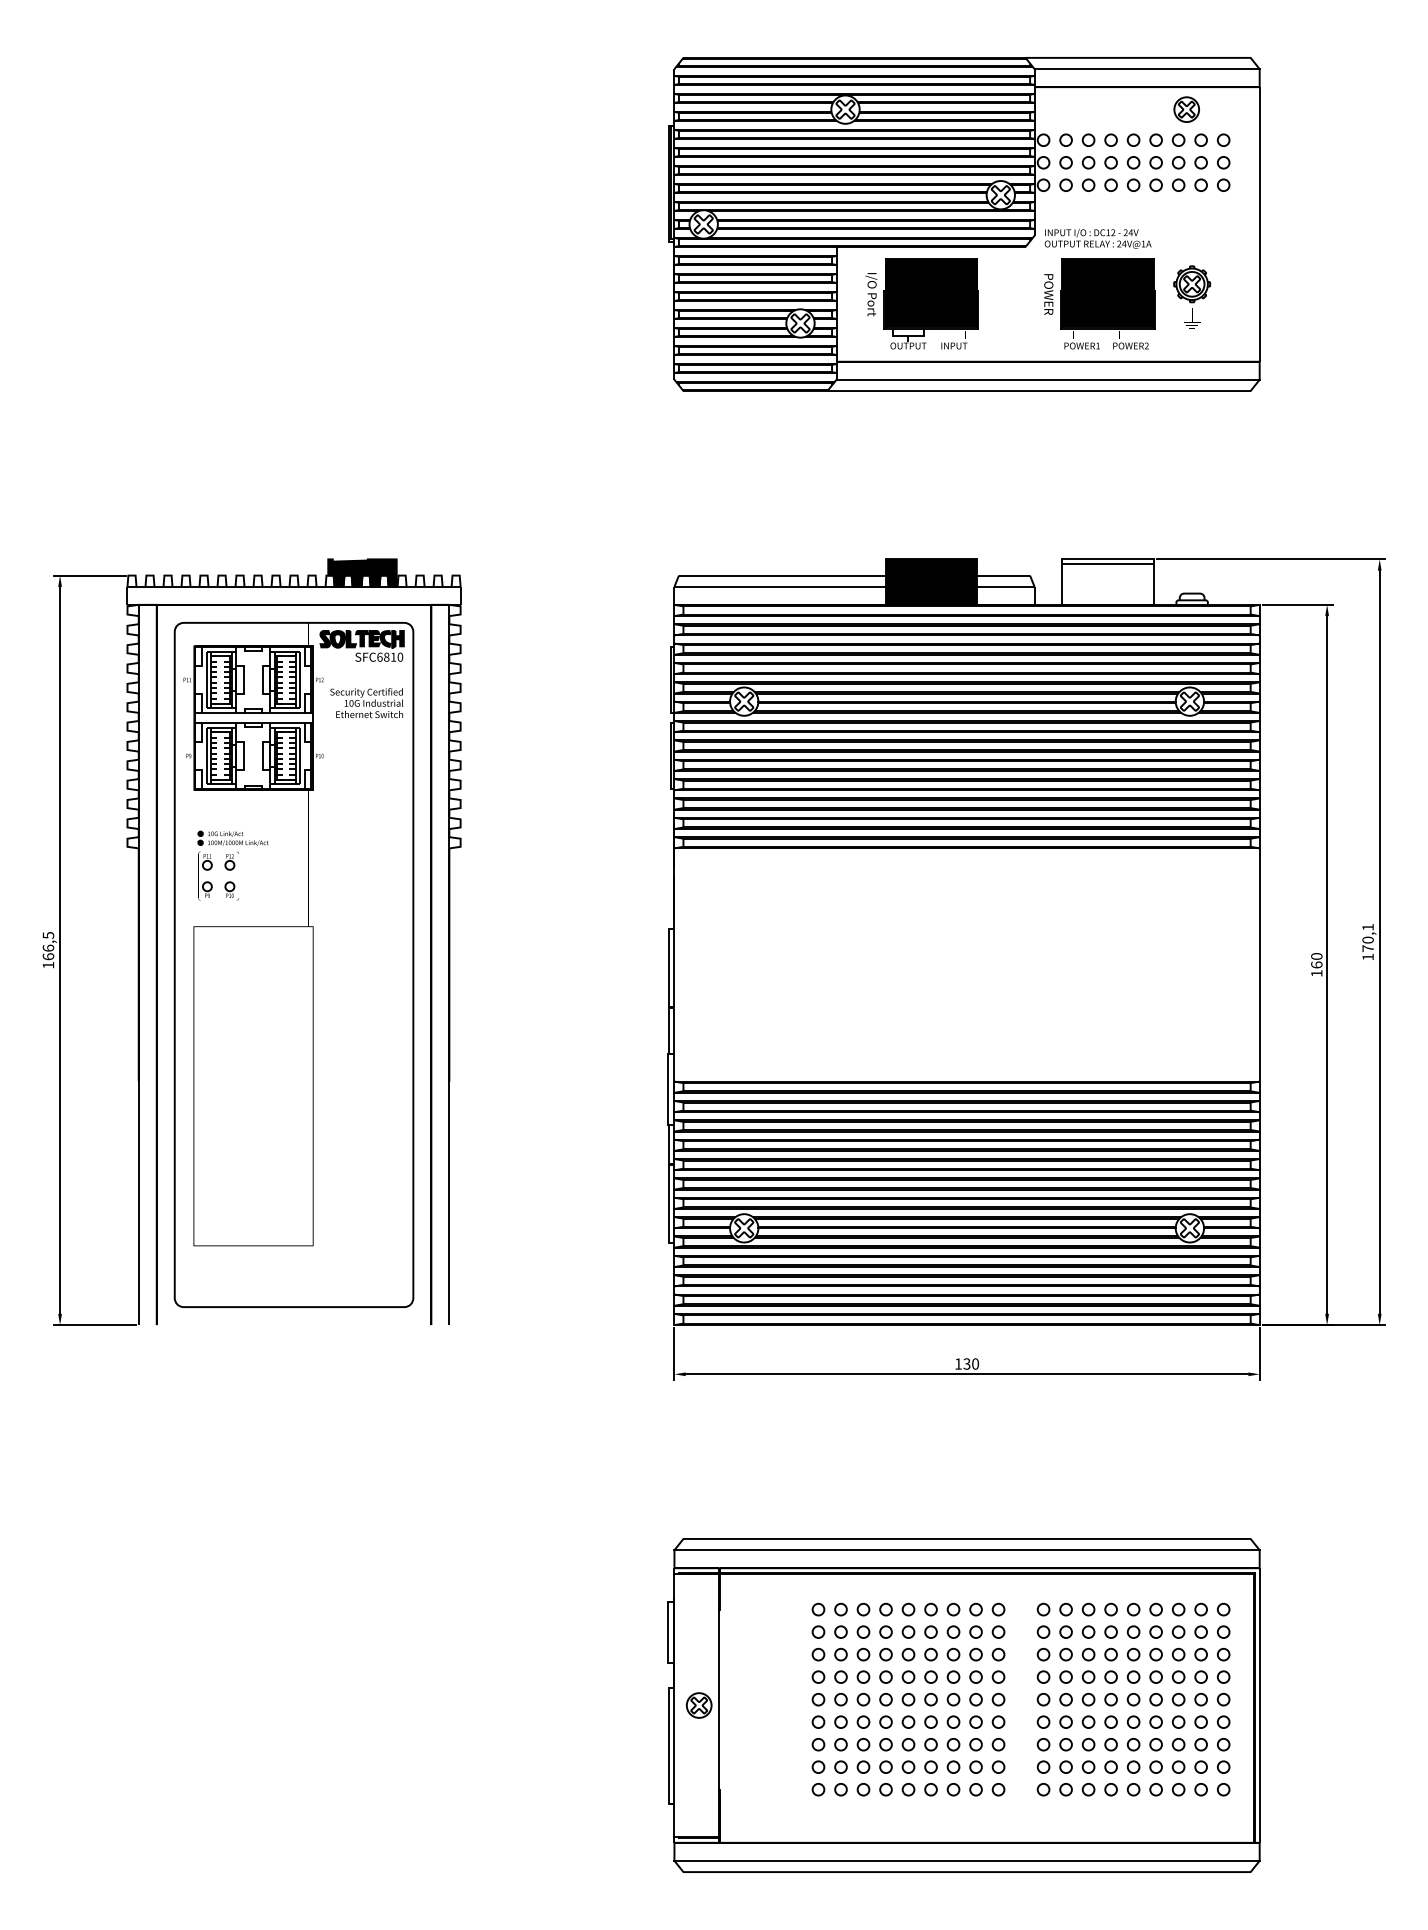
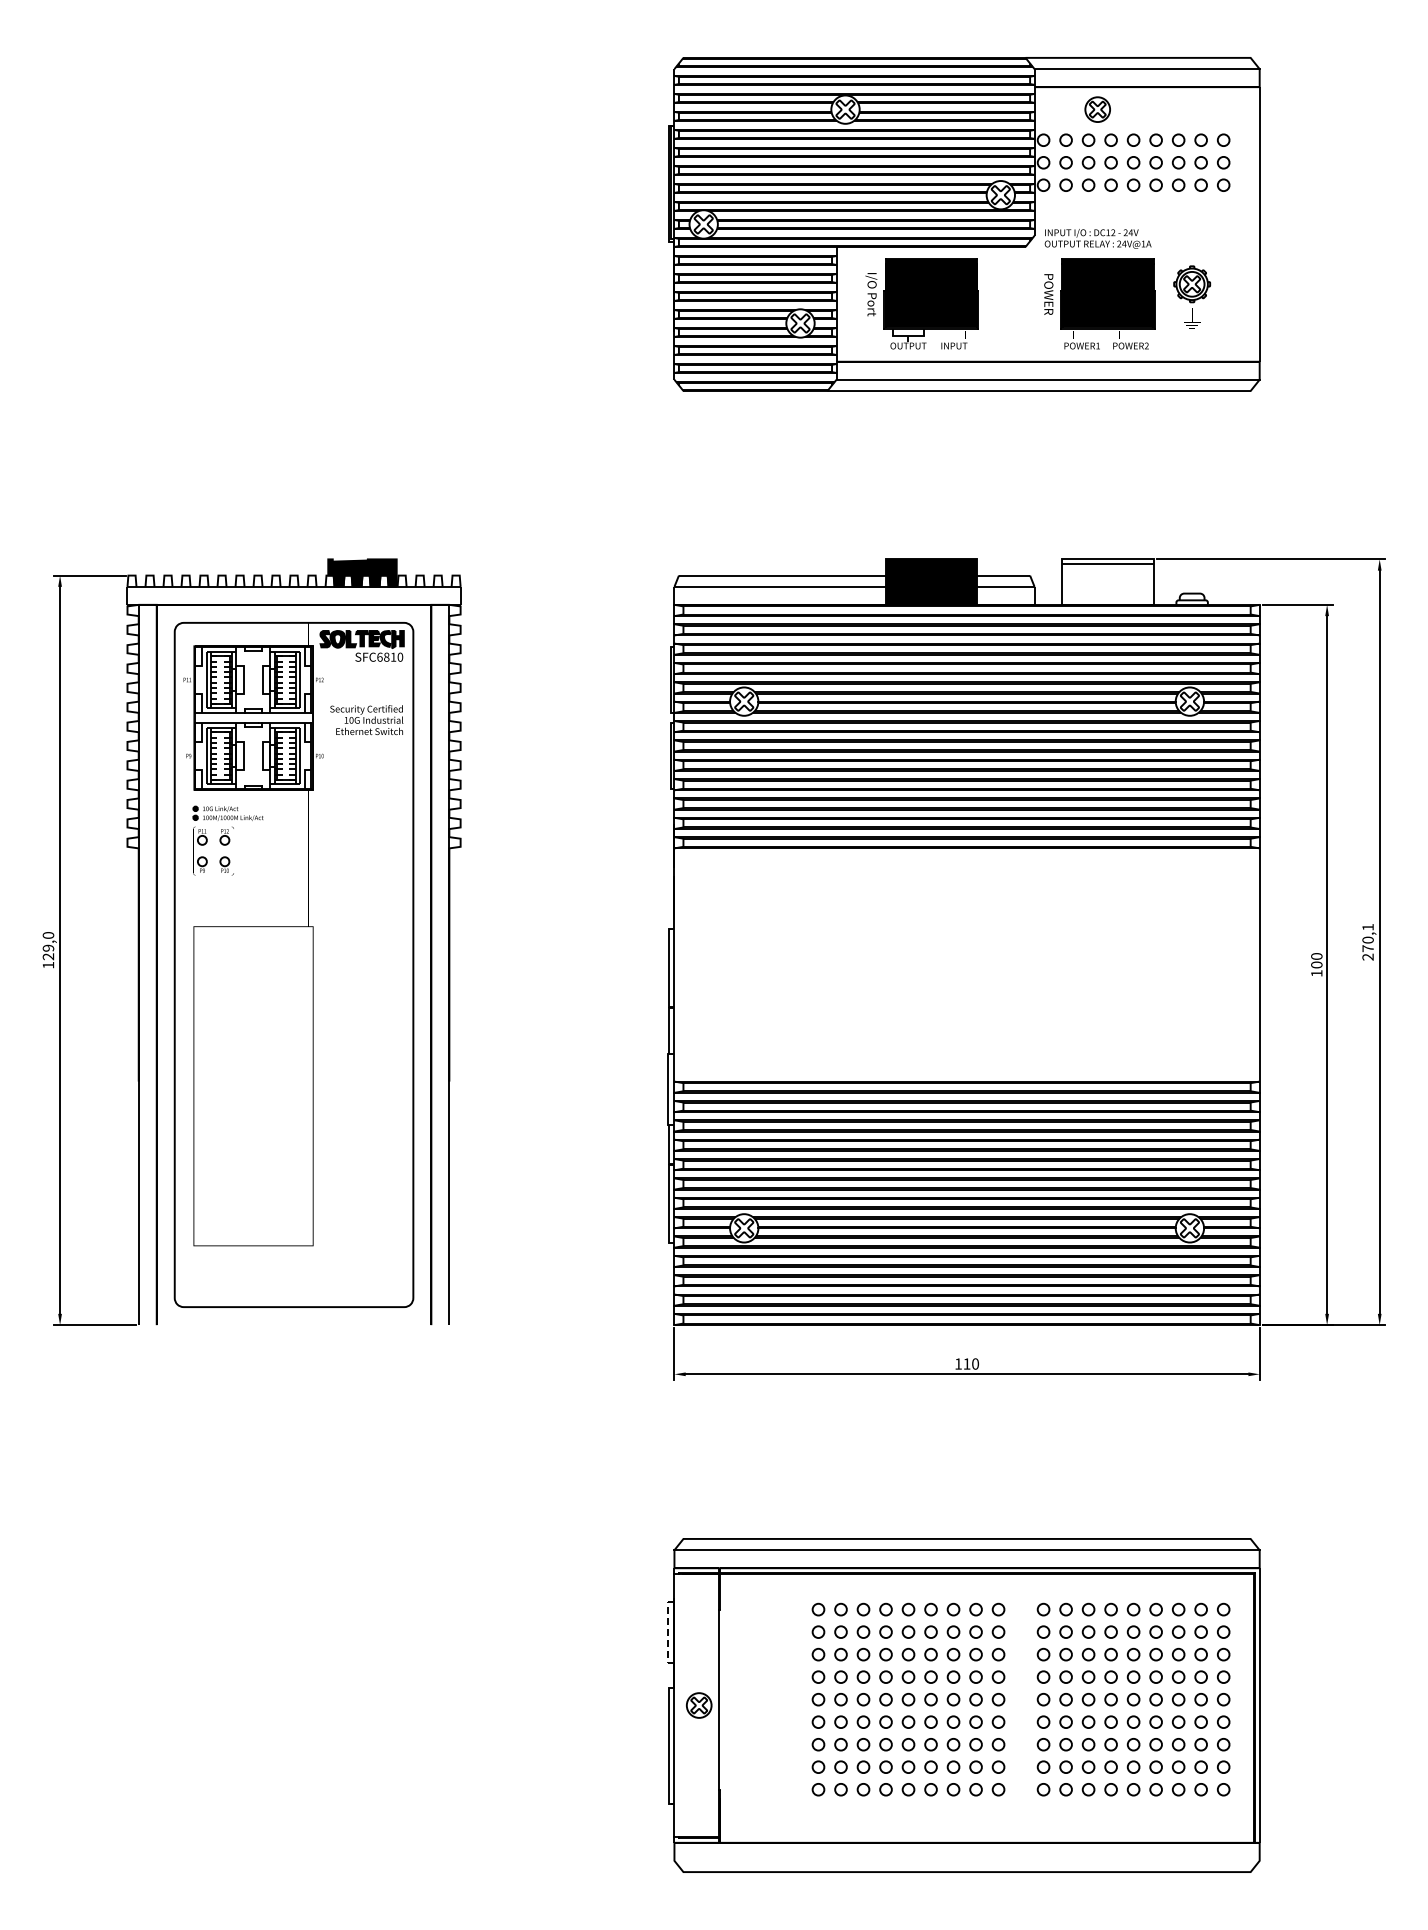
part at (1186, 109) position: (1186, 109) -> (1097, 109)
text at (366, 703) position: (366, 703) -> (366, 720)
part at (232, 865) position: (232, 865) -> (227, 840)
text at (48, 946): 166,5 -> 129,0
text at (1367, 956): 170,1 -> 270,1
text at (1316, 964): 160 -> 100
text at (966, 1363): 130 -> 110
line at (668, 1632): solid -> dashed
line at (966, 1860): present -> none
